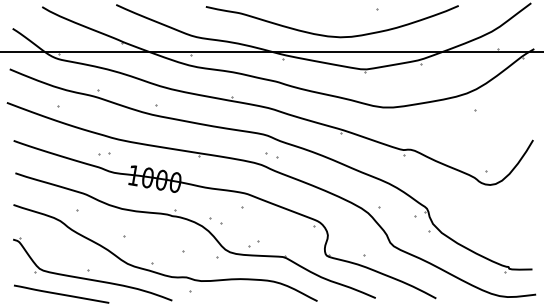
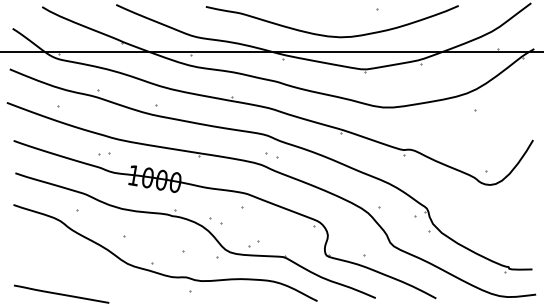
part at (92, 269): present -> none
